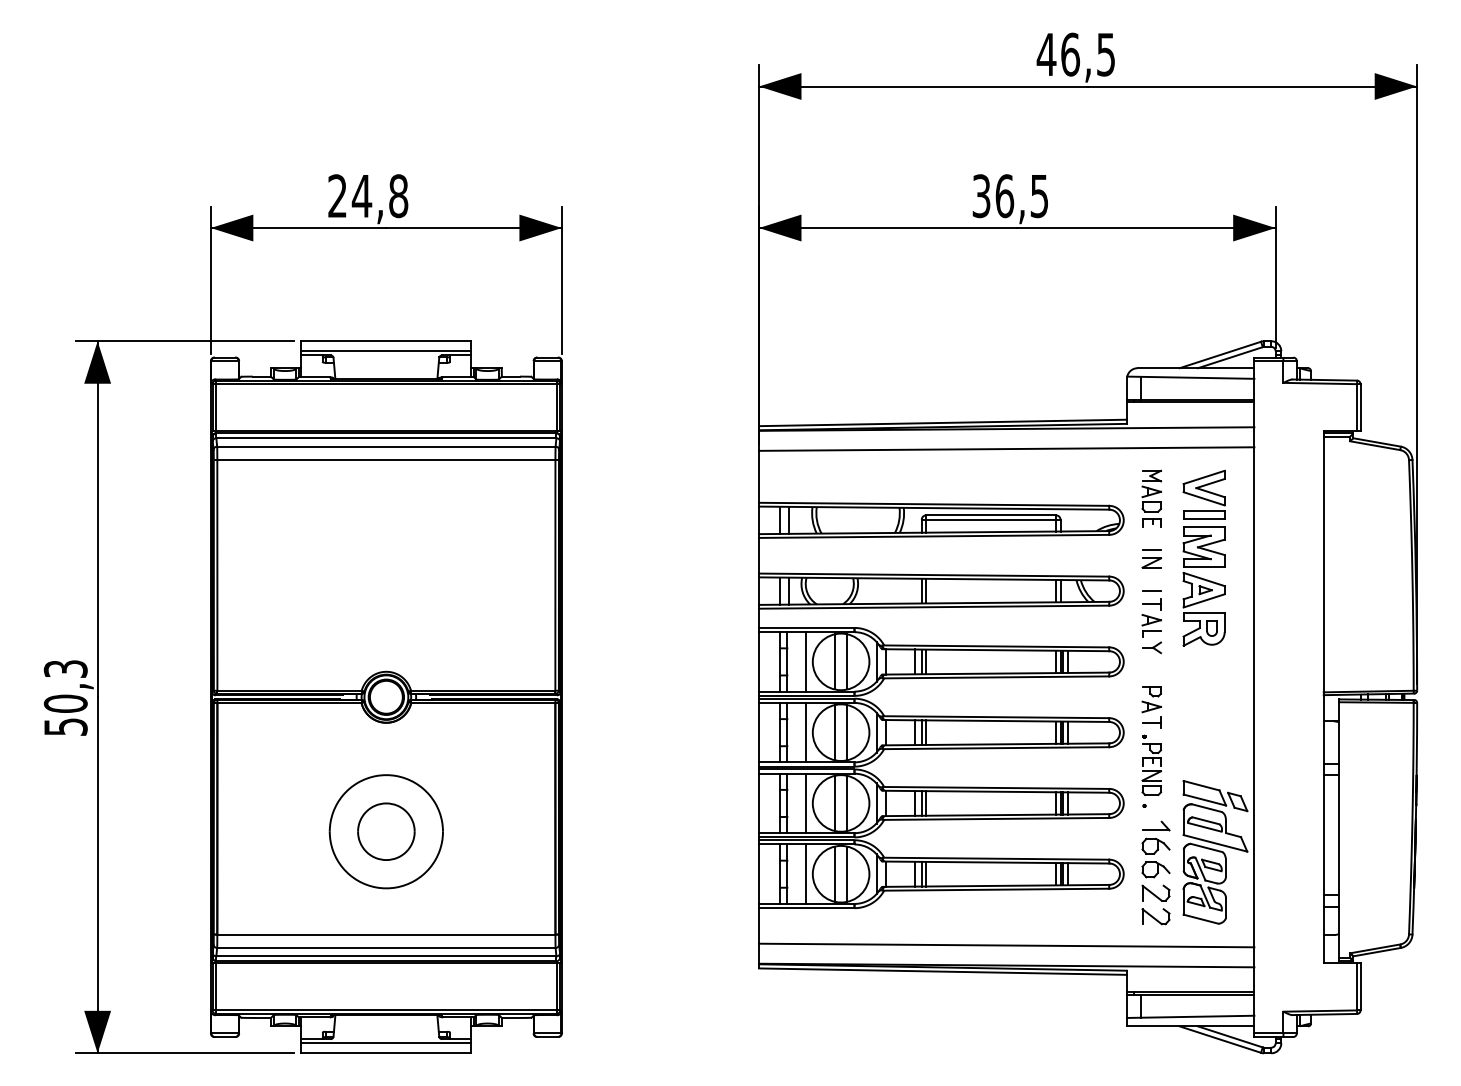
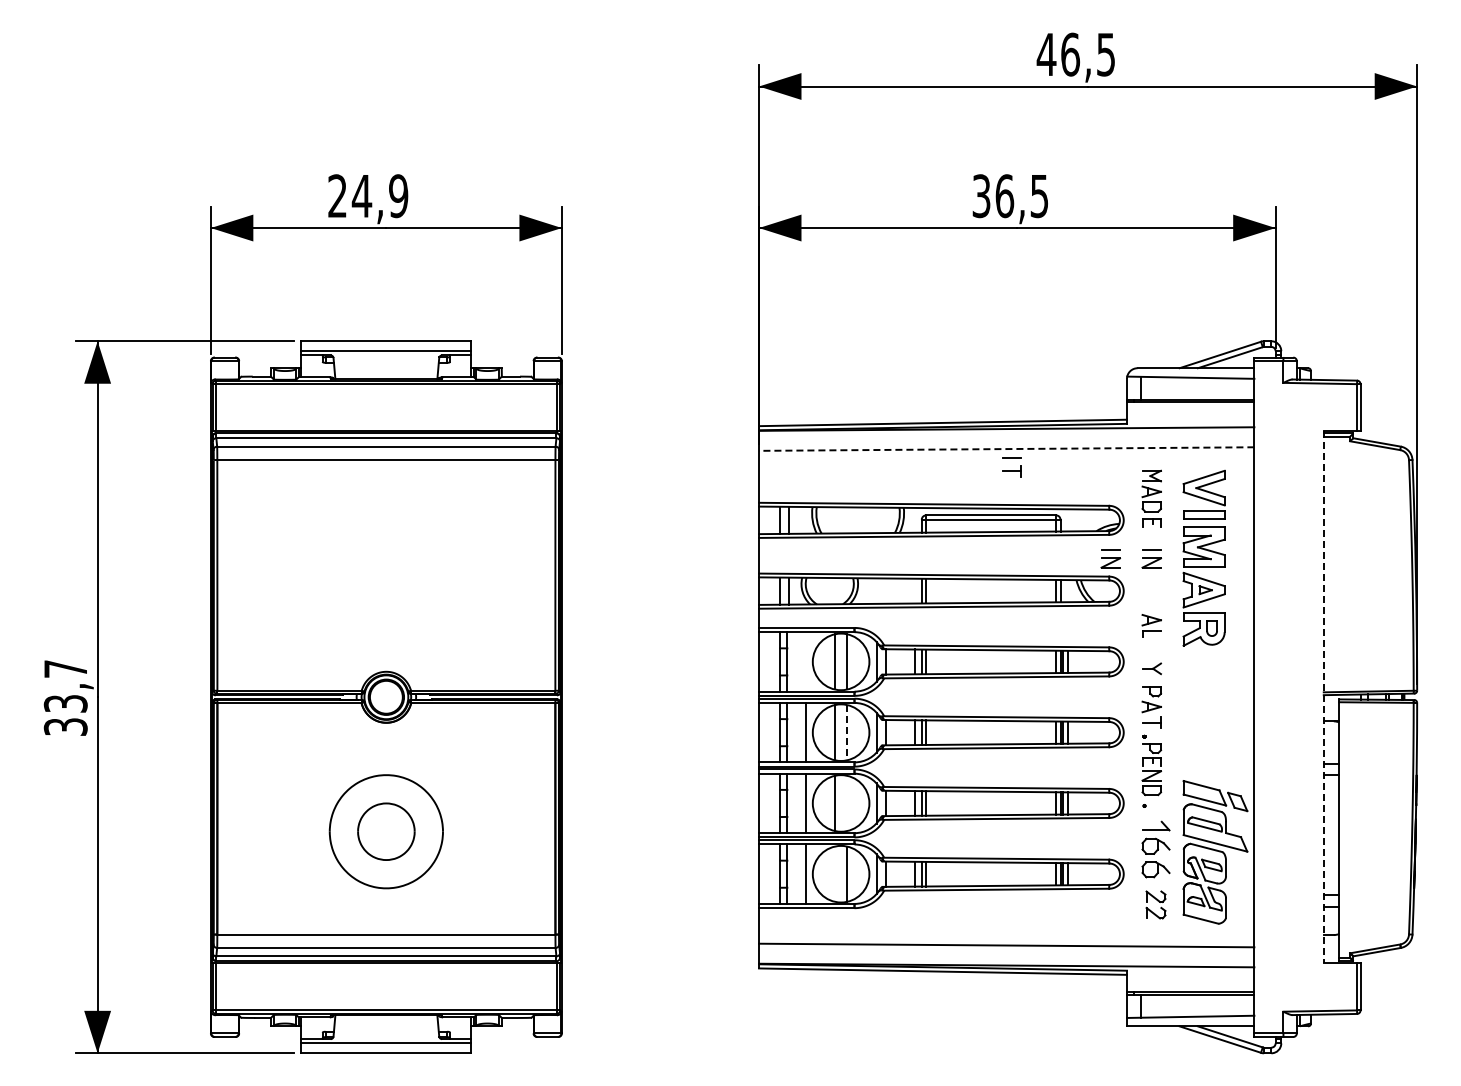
text at (398, 196): 24,8 -> 24,9
line at (1006, 449): solid -> dashed
part at (1110, 558): none -> present
part at (1151, 600) position: (1151, 600) -> (1011, 467)
part at (1151, 647) position: (1151, 647) -> (1151, 668)
line at (805, 661): present -> none
text at (65, 697): 50,3 -> 33,7
line at (1323, 697): solid -> dashed
line at (847, 732): solid -> dashed
line at (847, 803): present -> none
line at (834, 873): present -> none
part at (1155, 904) size: 30x42 px -> 22x30 px
